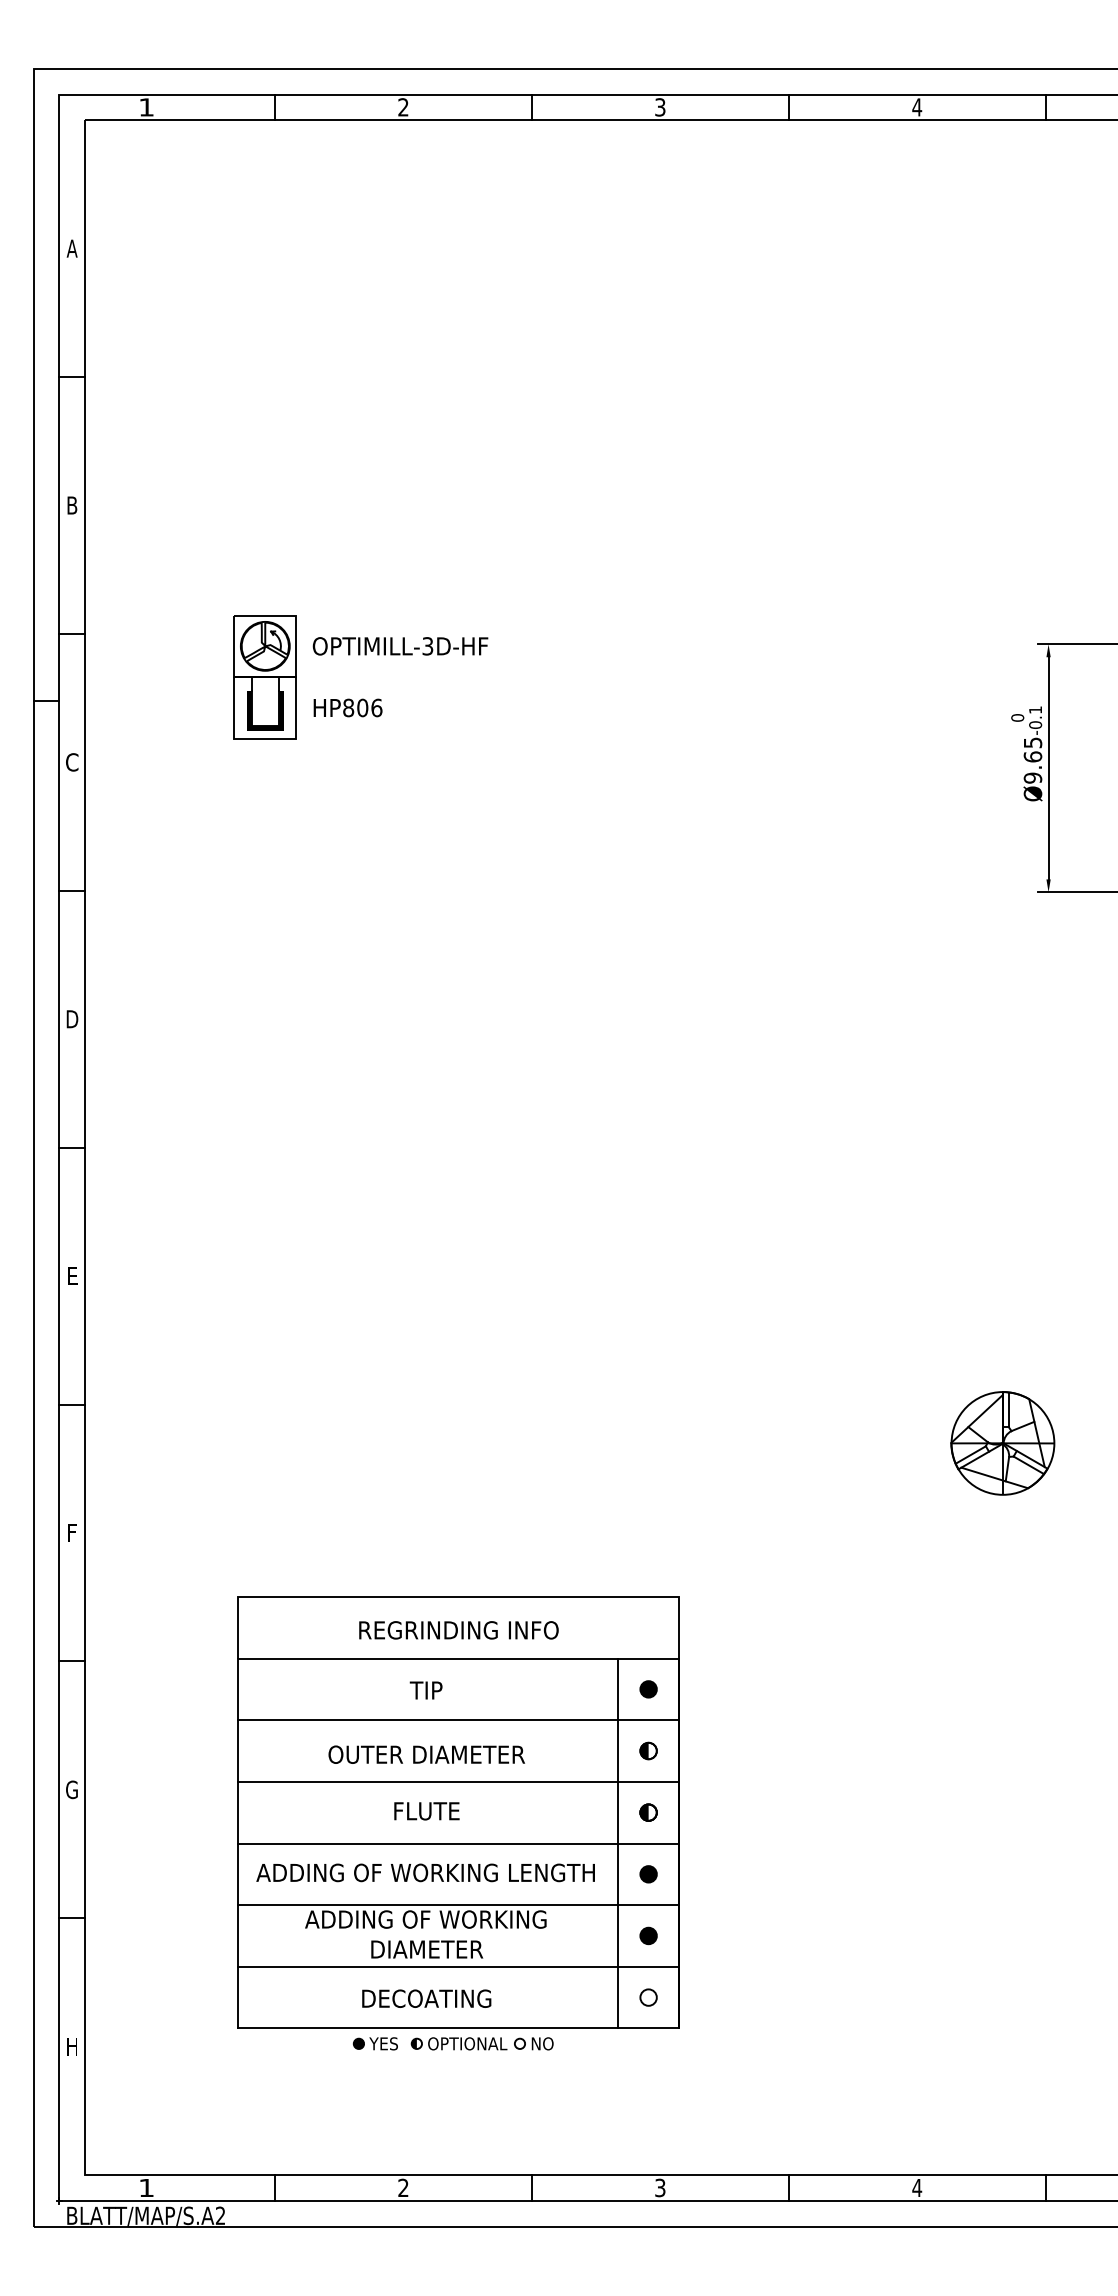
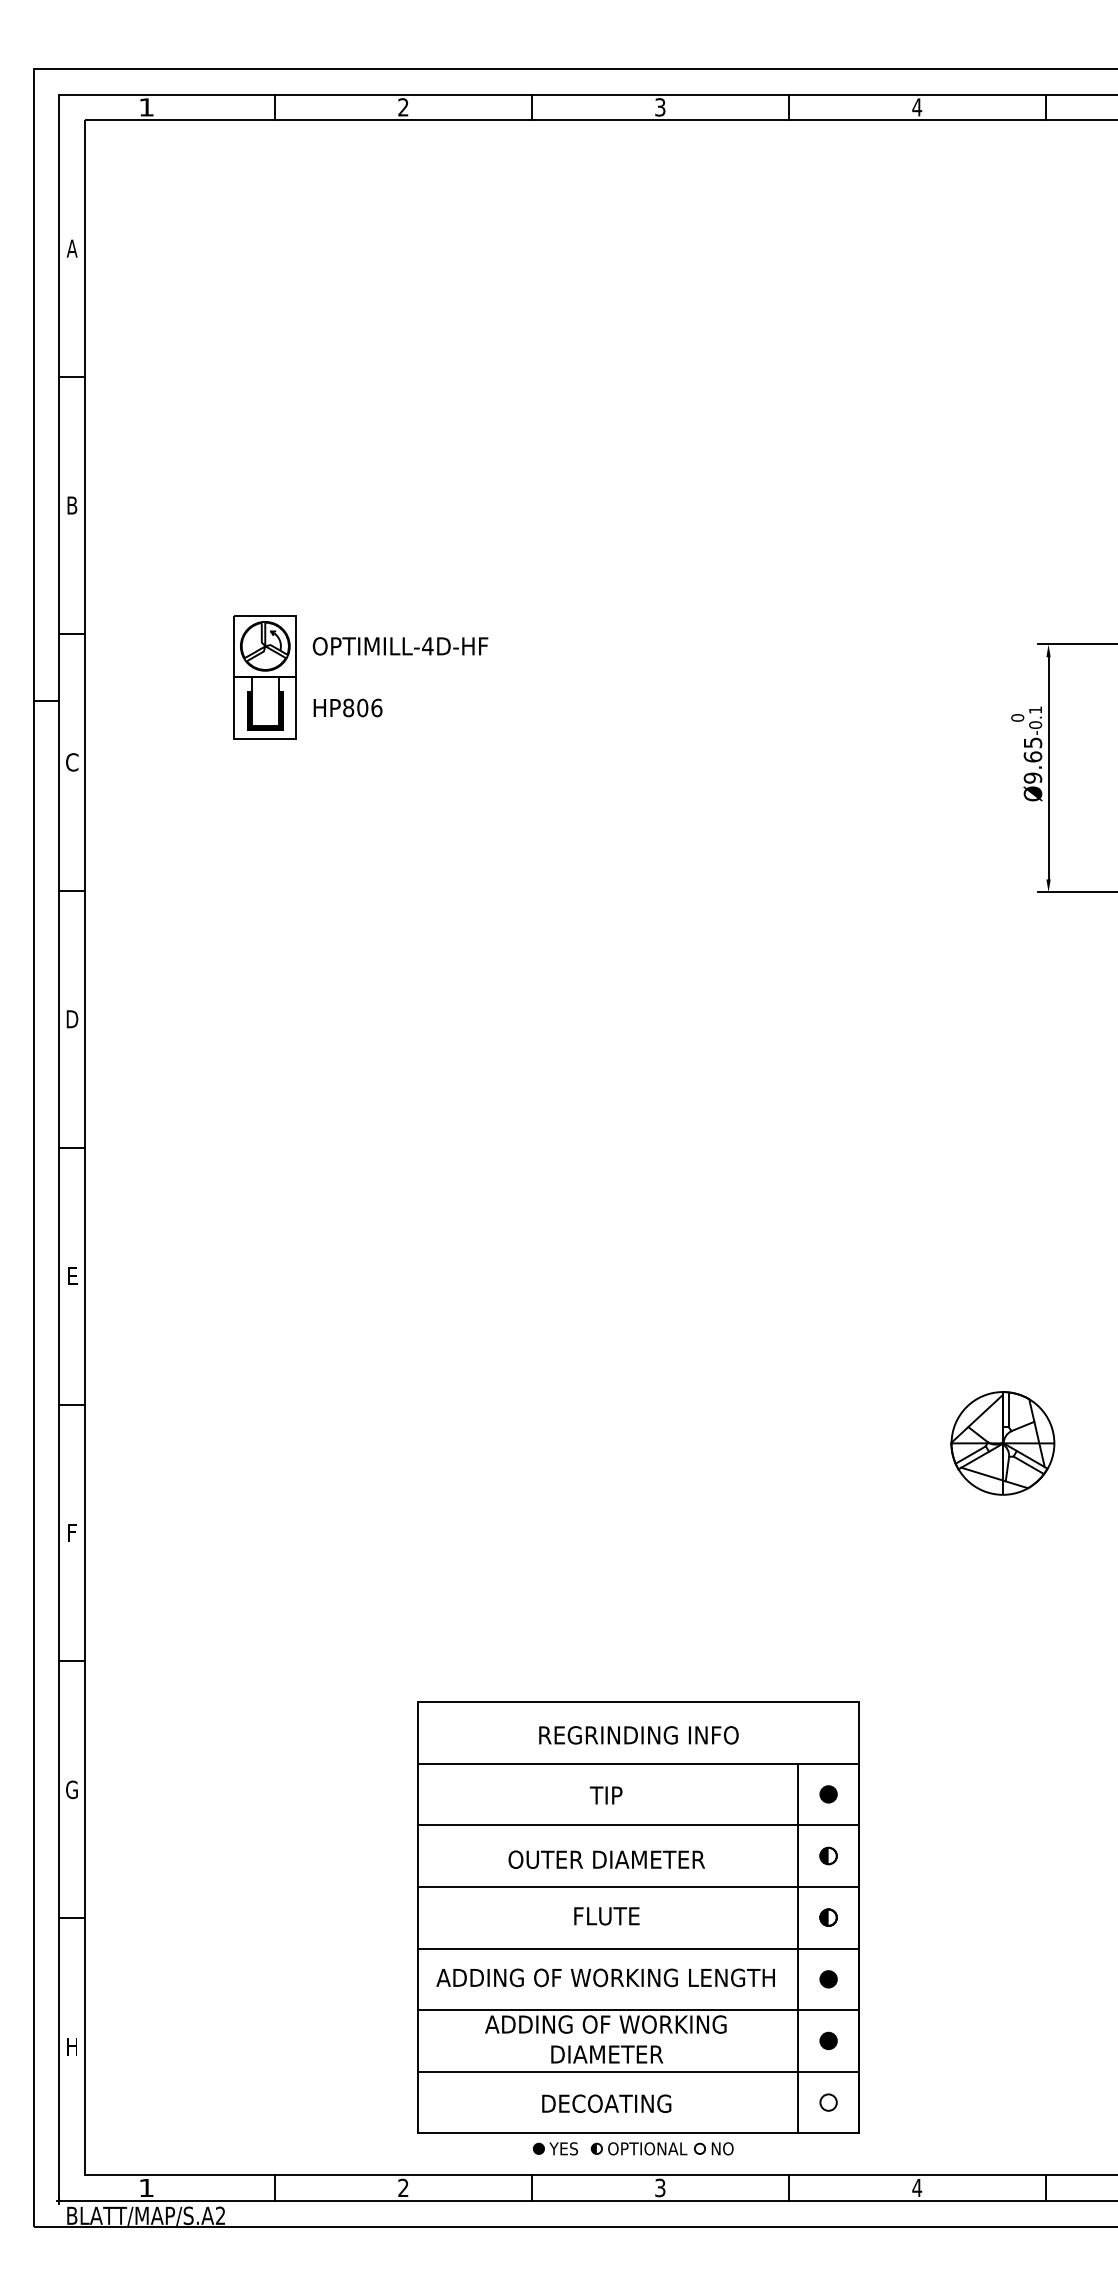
text at (427, 646): OPTIMILL-3D-HF -> OPTIMILL-4D-HF
part at (458, 1823) position: (458, 1823) -> (638, 1928)
